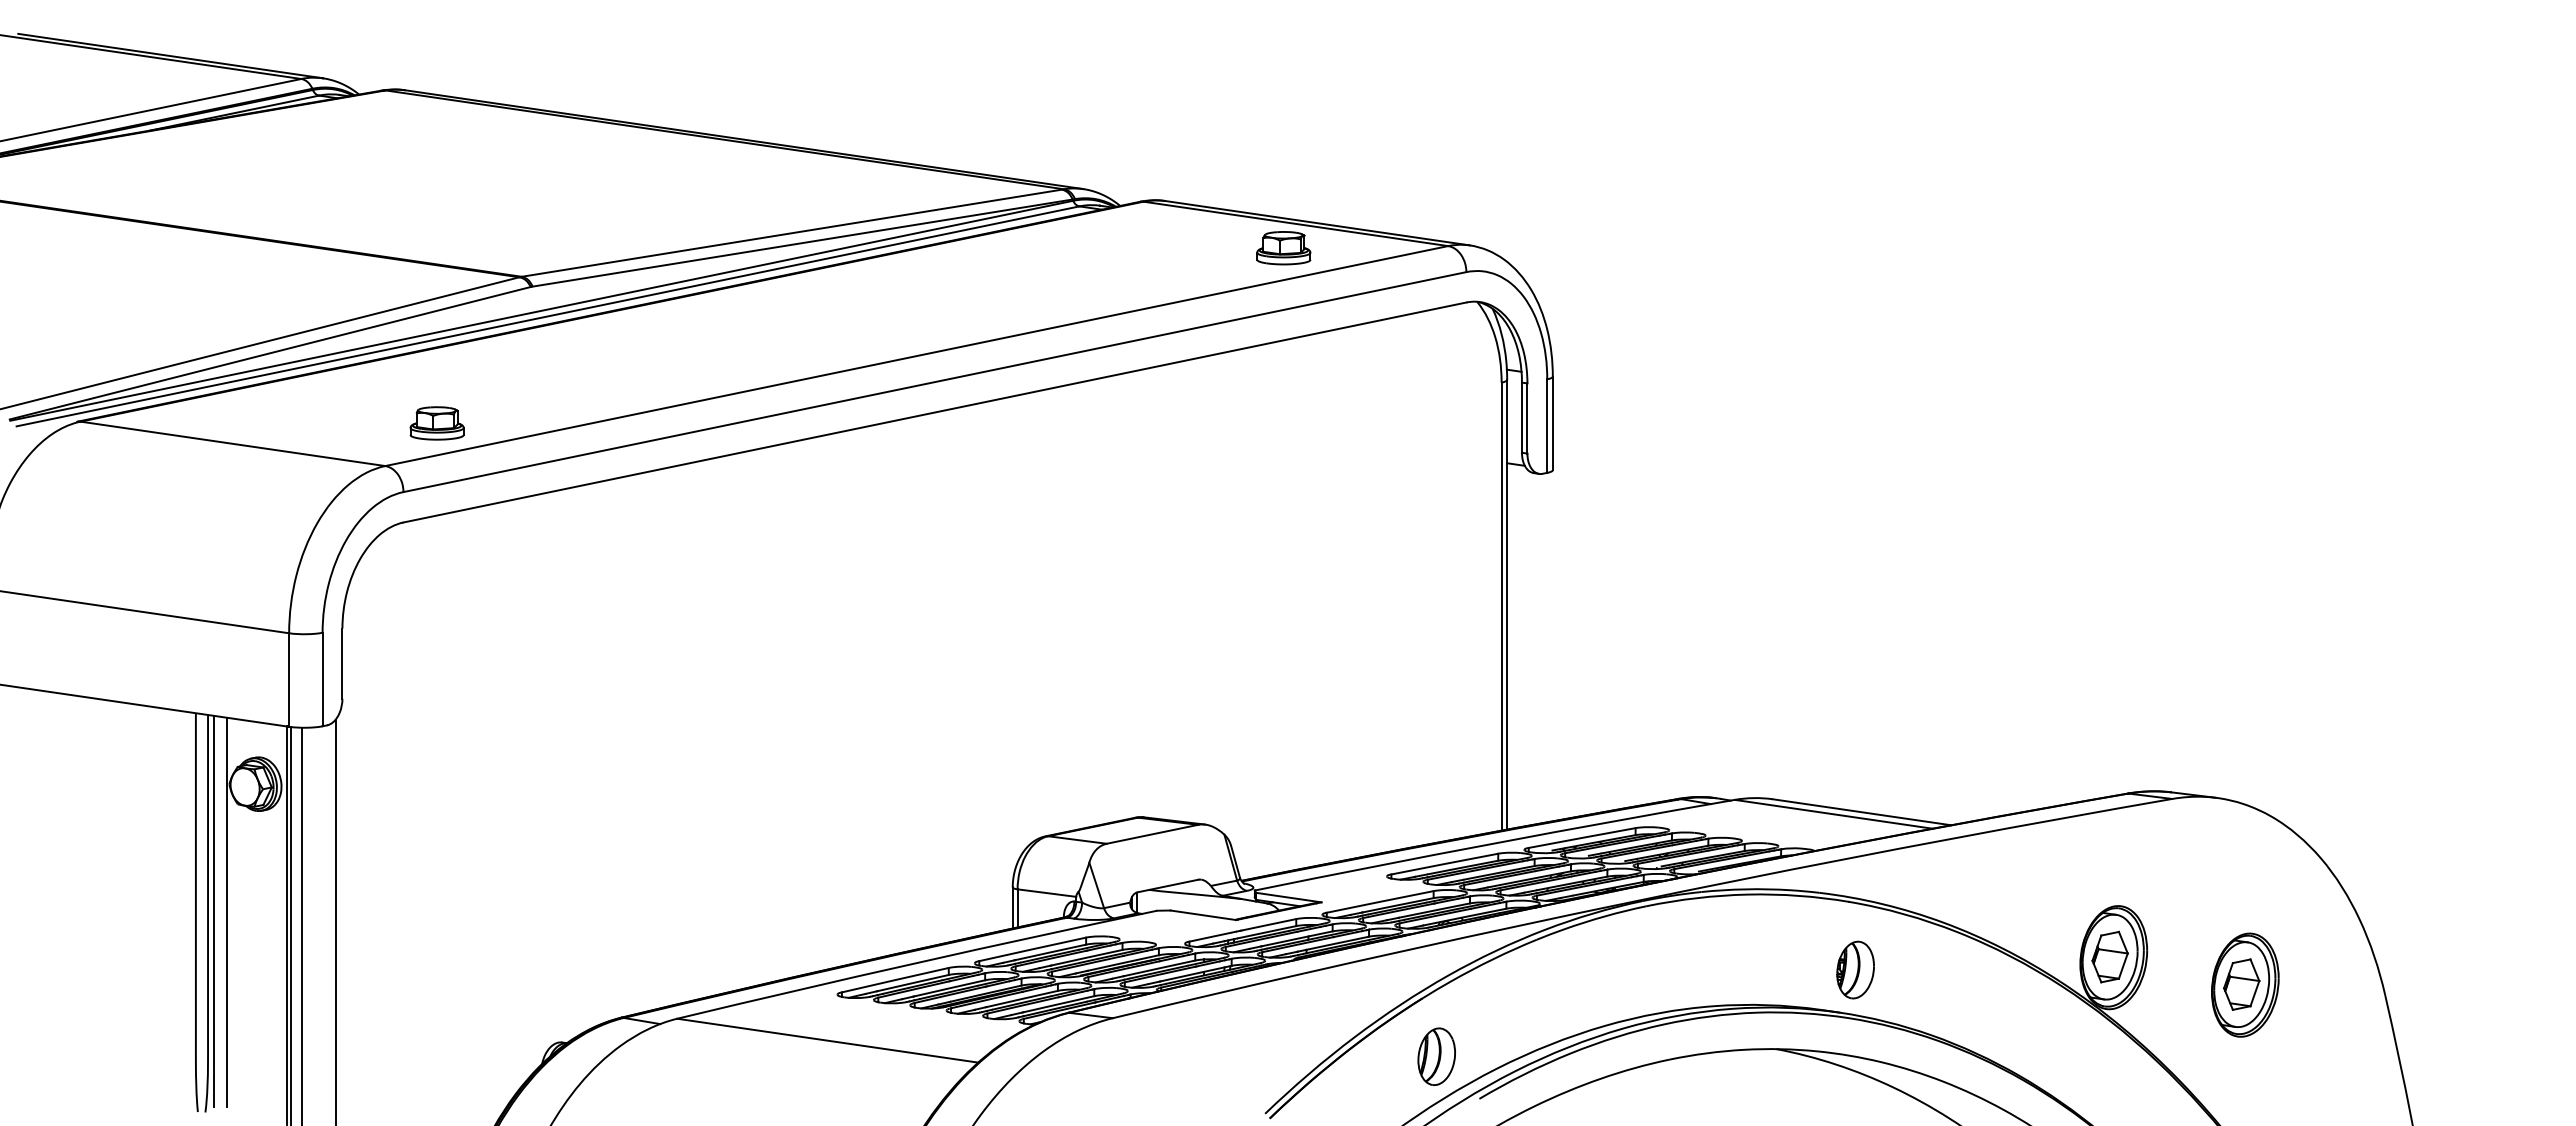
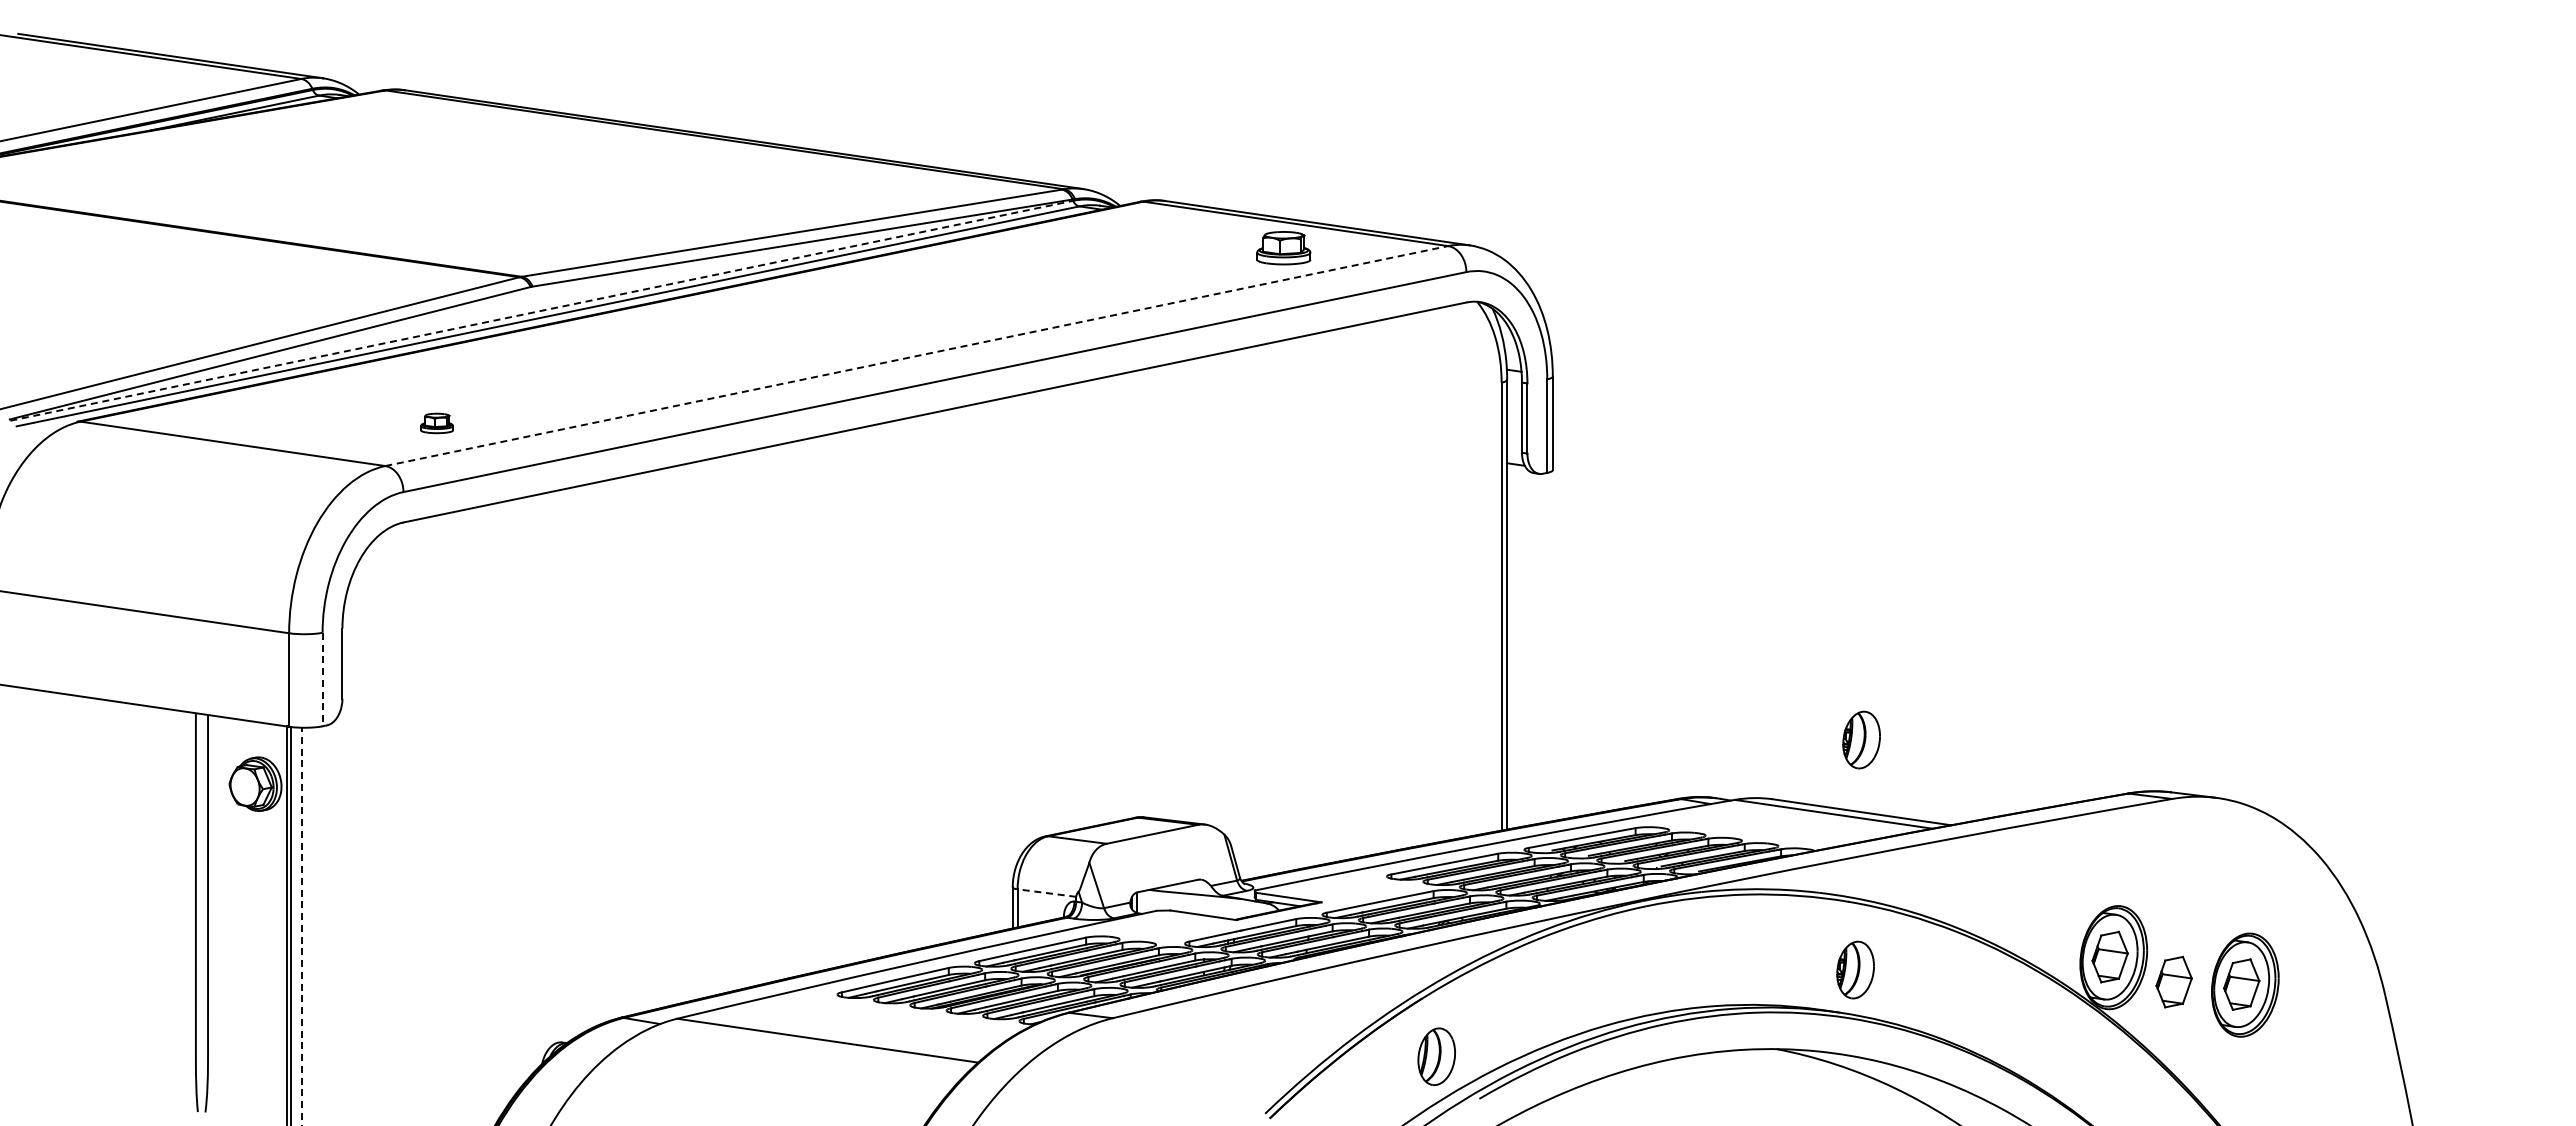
line at (541, 310): solid -> dashed
line at (916, 356): solid -> dashed
part at (436, 423) size: 56x35 px -> 34x23 px
line at (322, 679): solid -> dashed
part at (1861, 739): none -> present
line at (1046, 893): solid -> dashed
line at (214, 910): present -> none
line at (226, 912): present -> none
line at (335, 920): present -> none
line at (302, 926): solid -> dashed
part at (2173, 981): none -> present
